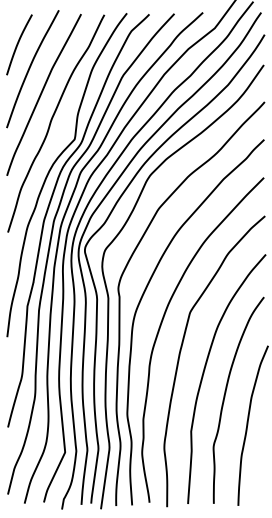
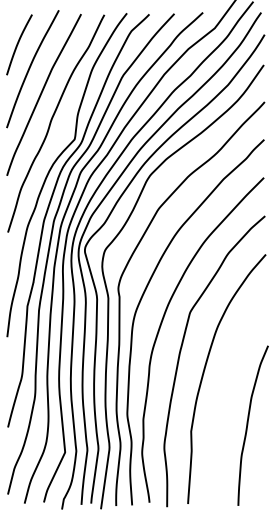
curve at (225, 397): present -> none
